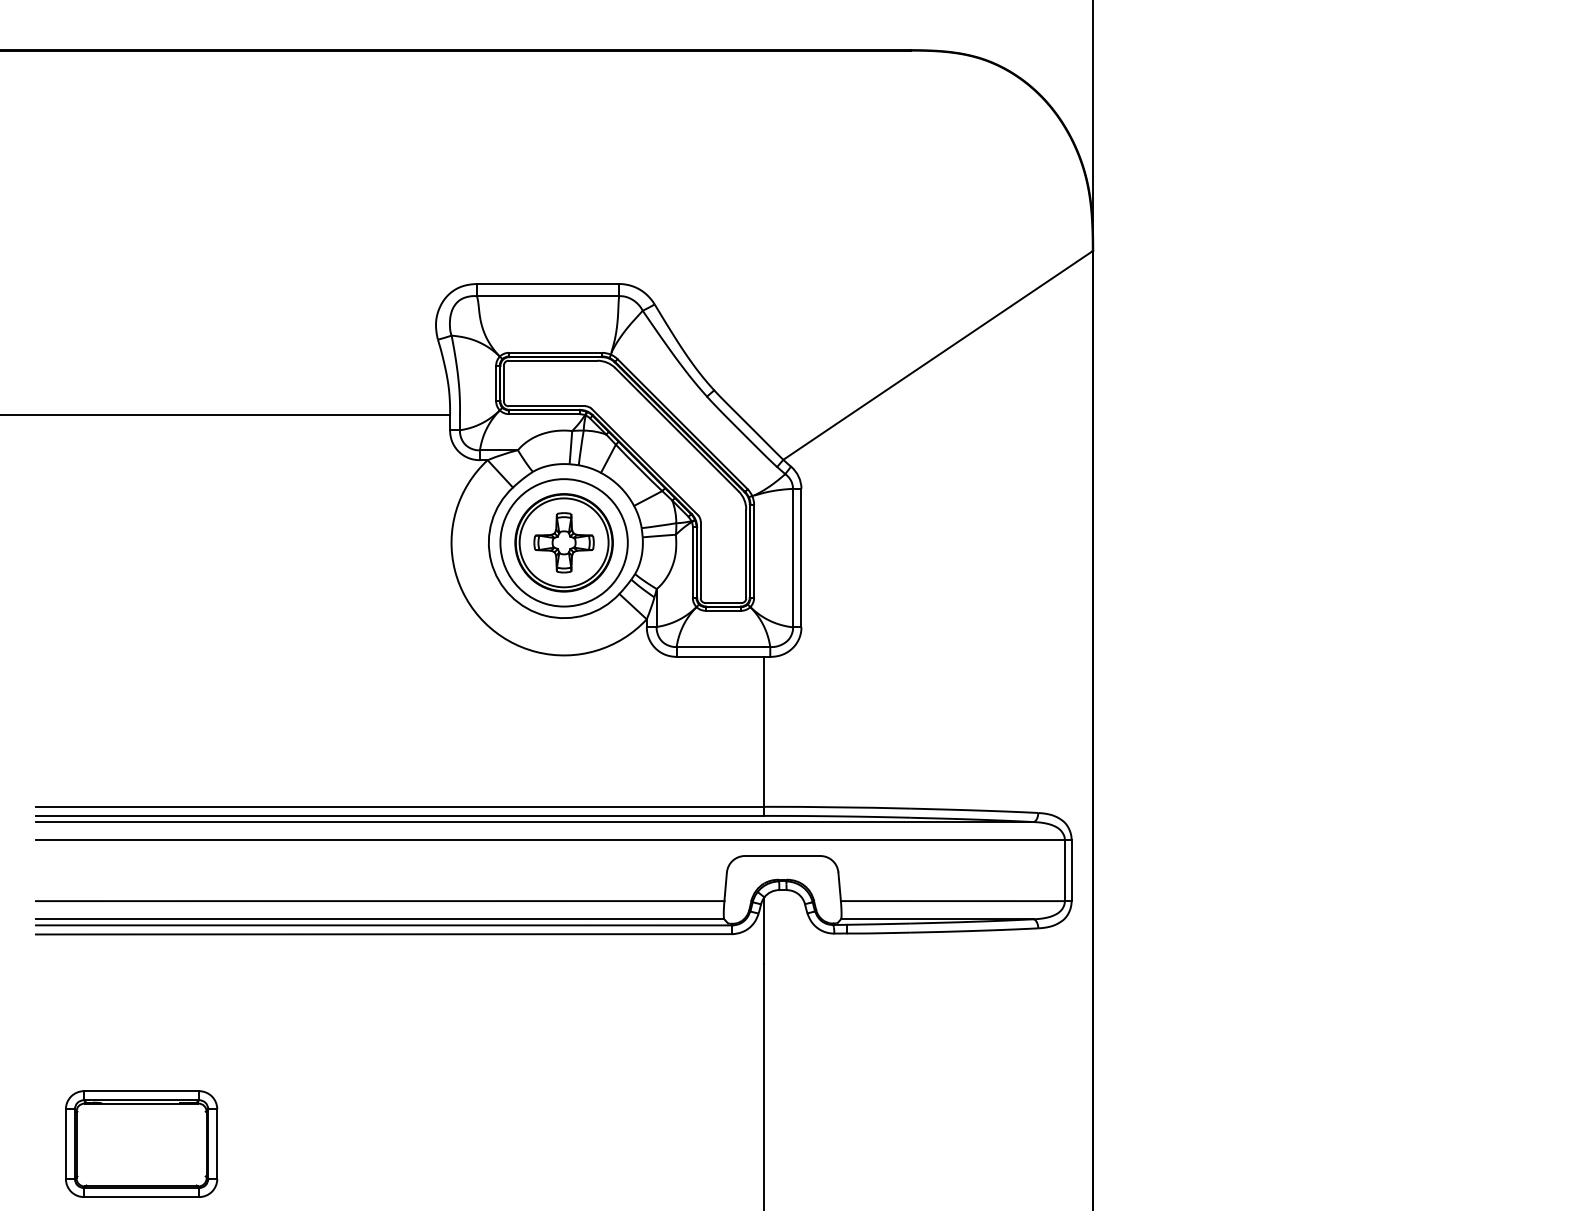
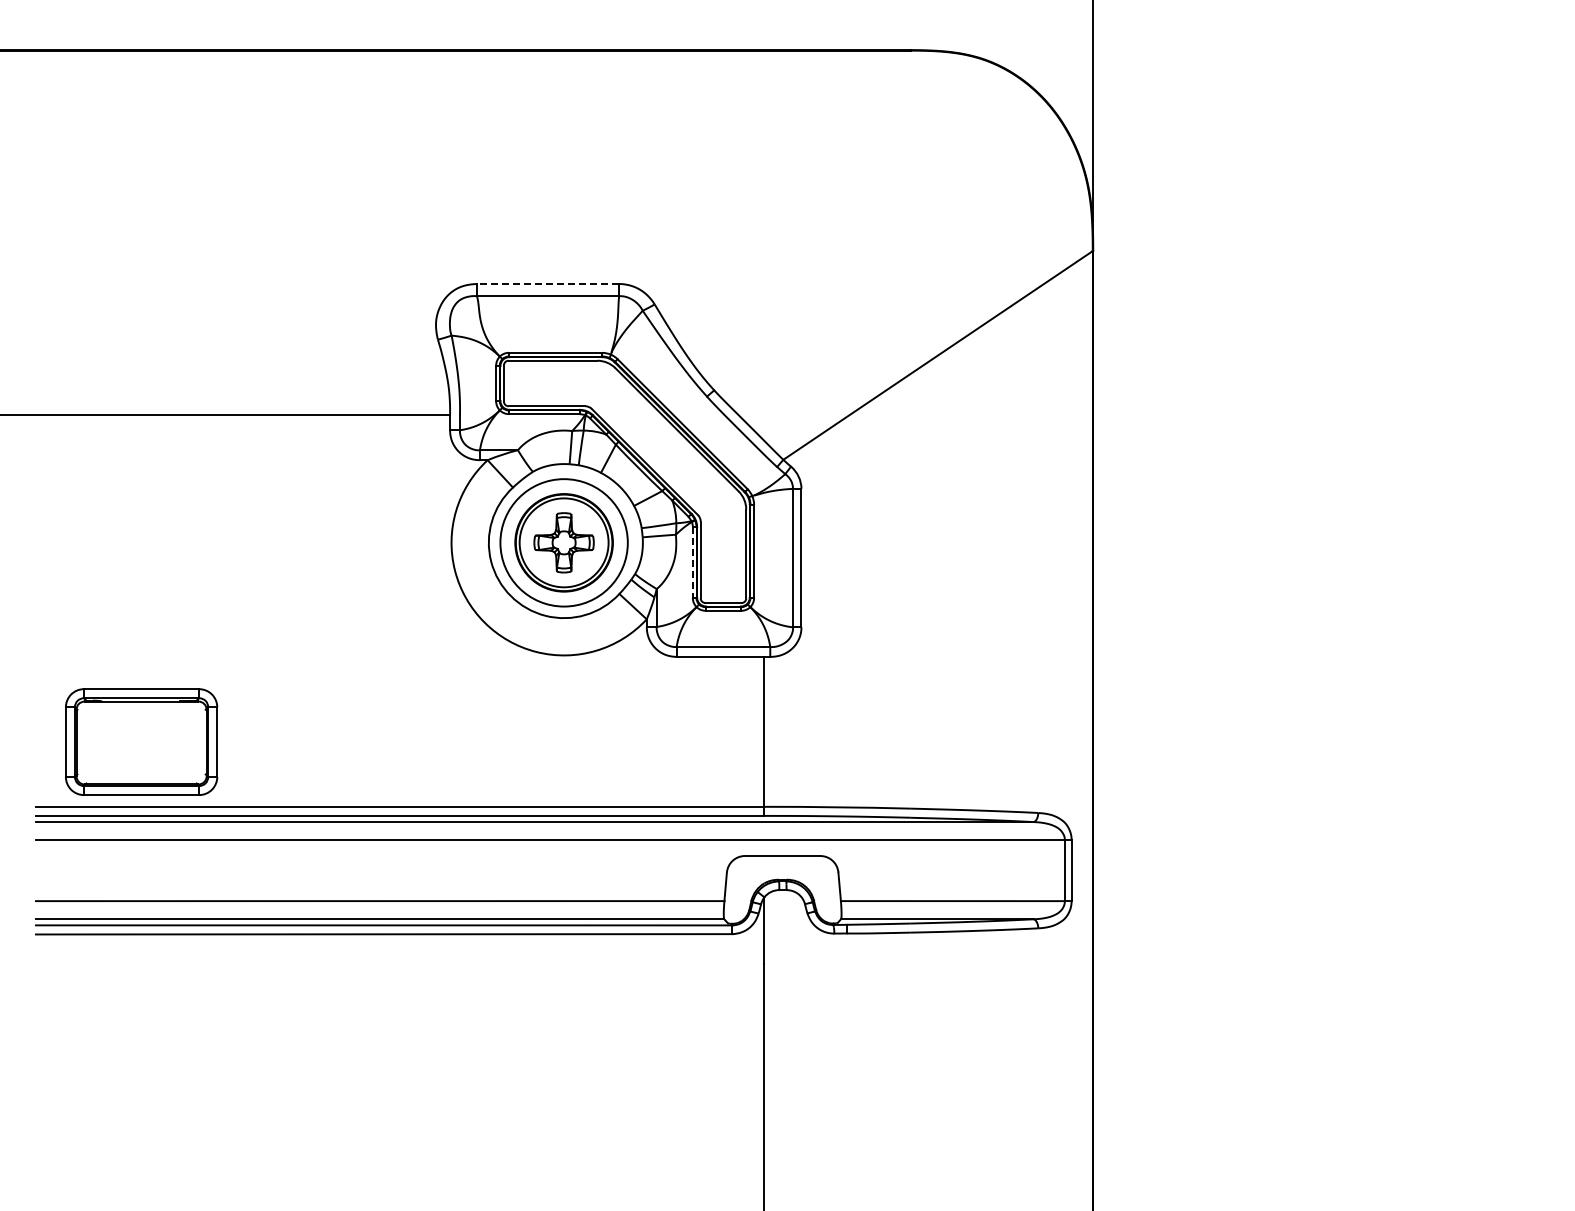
line at (547, 283): solid -> dashed
line at (692, 563): solid -> dashed
part at (141, 1143) position: (141, 1143) -> (141, 741)
